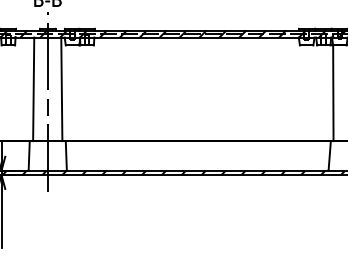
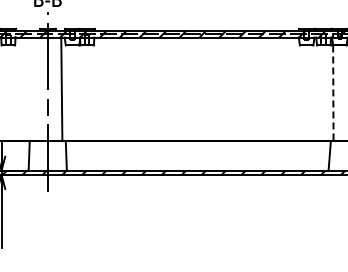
line at (33, 89): present -> none
line at (333, 93): solid -> dashed
